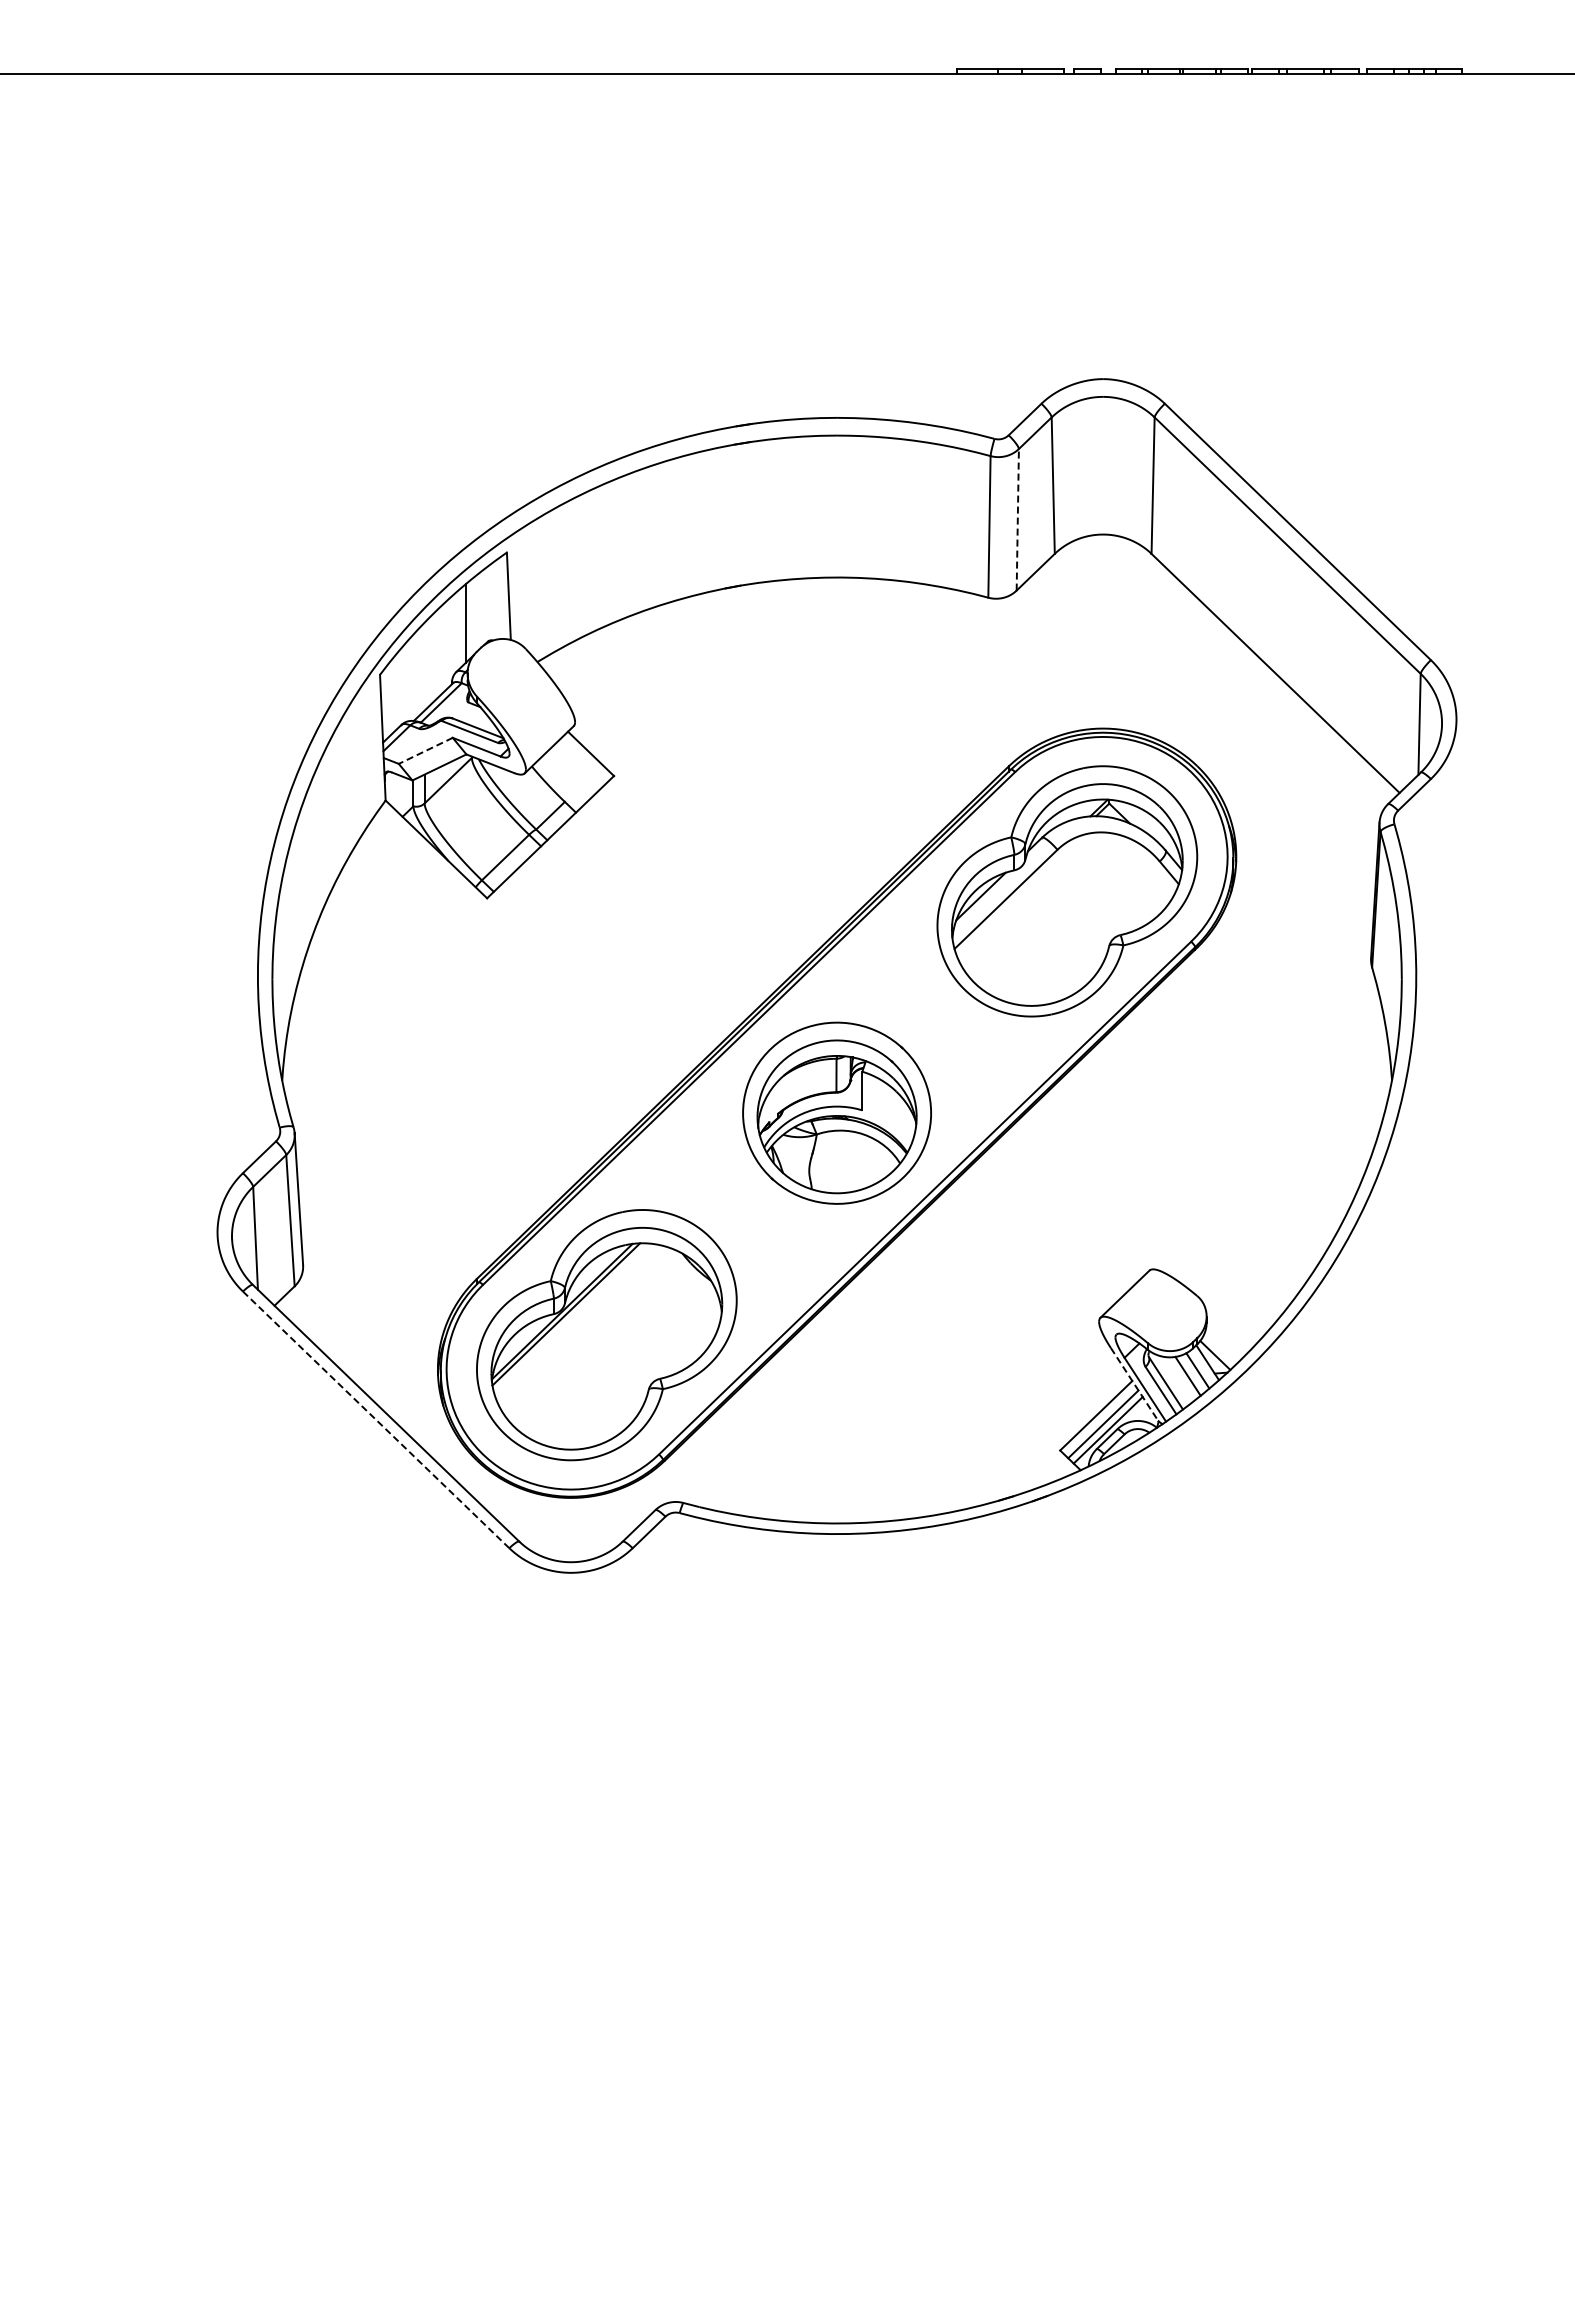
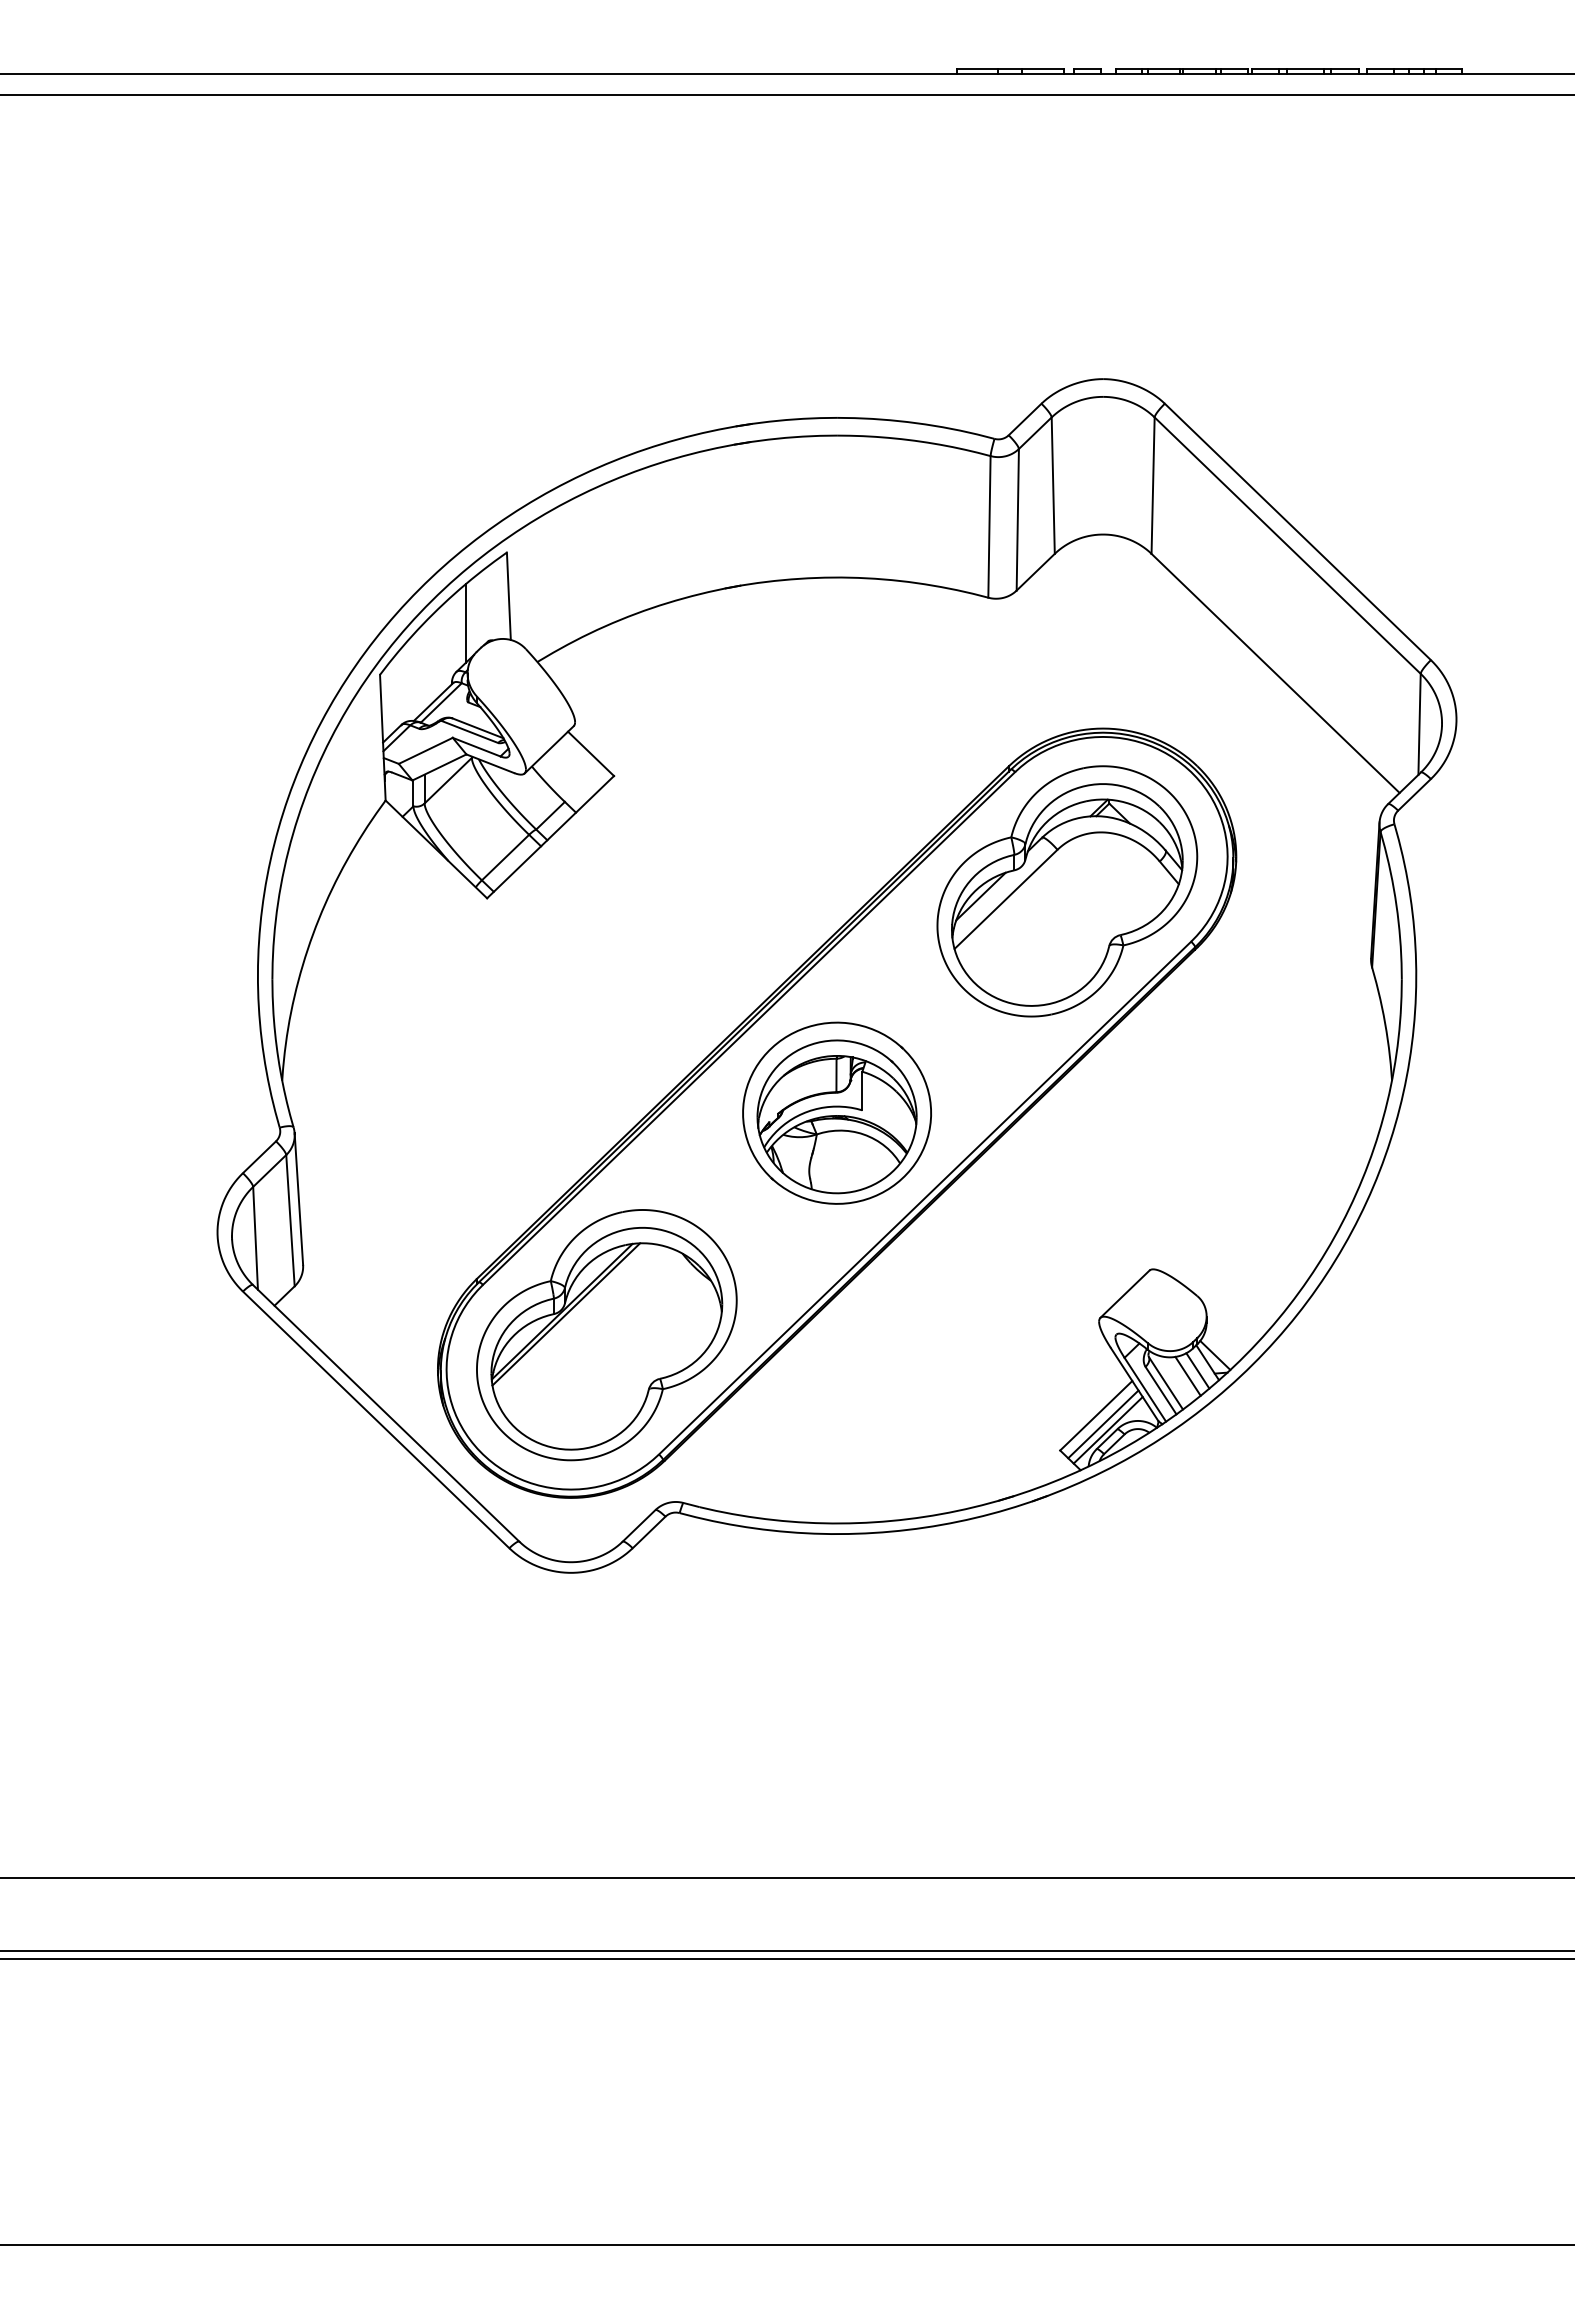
line at (786, 94): none -> present
line at (1017, 519): dashed -> solid
line at (425, 750): dashed -> solid
line at (1134, 1384): dashed -> solid
line at (376, 1419): dashed -> solid
line at (786, 1877): none -> present
line at (786, 1950): none -> present
line at (786, 1959): none -> present
line at (786, 2244): none -> present
